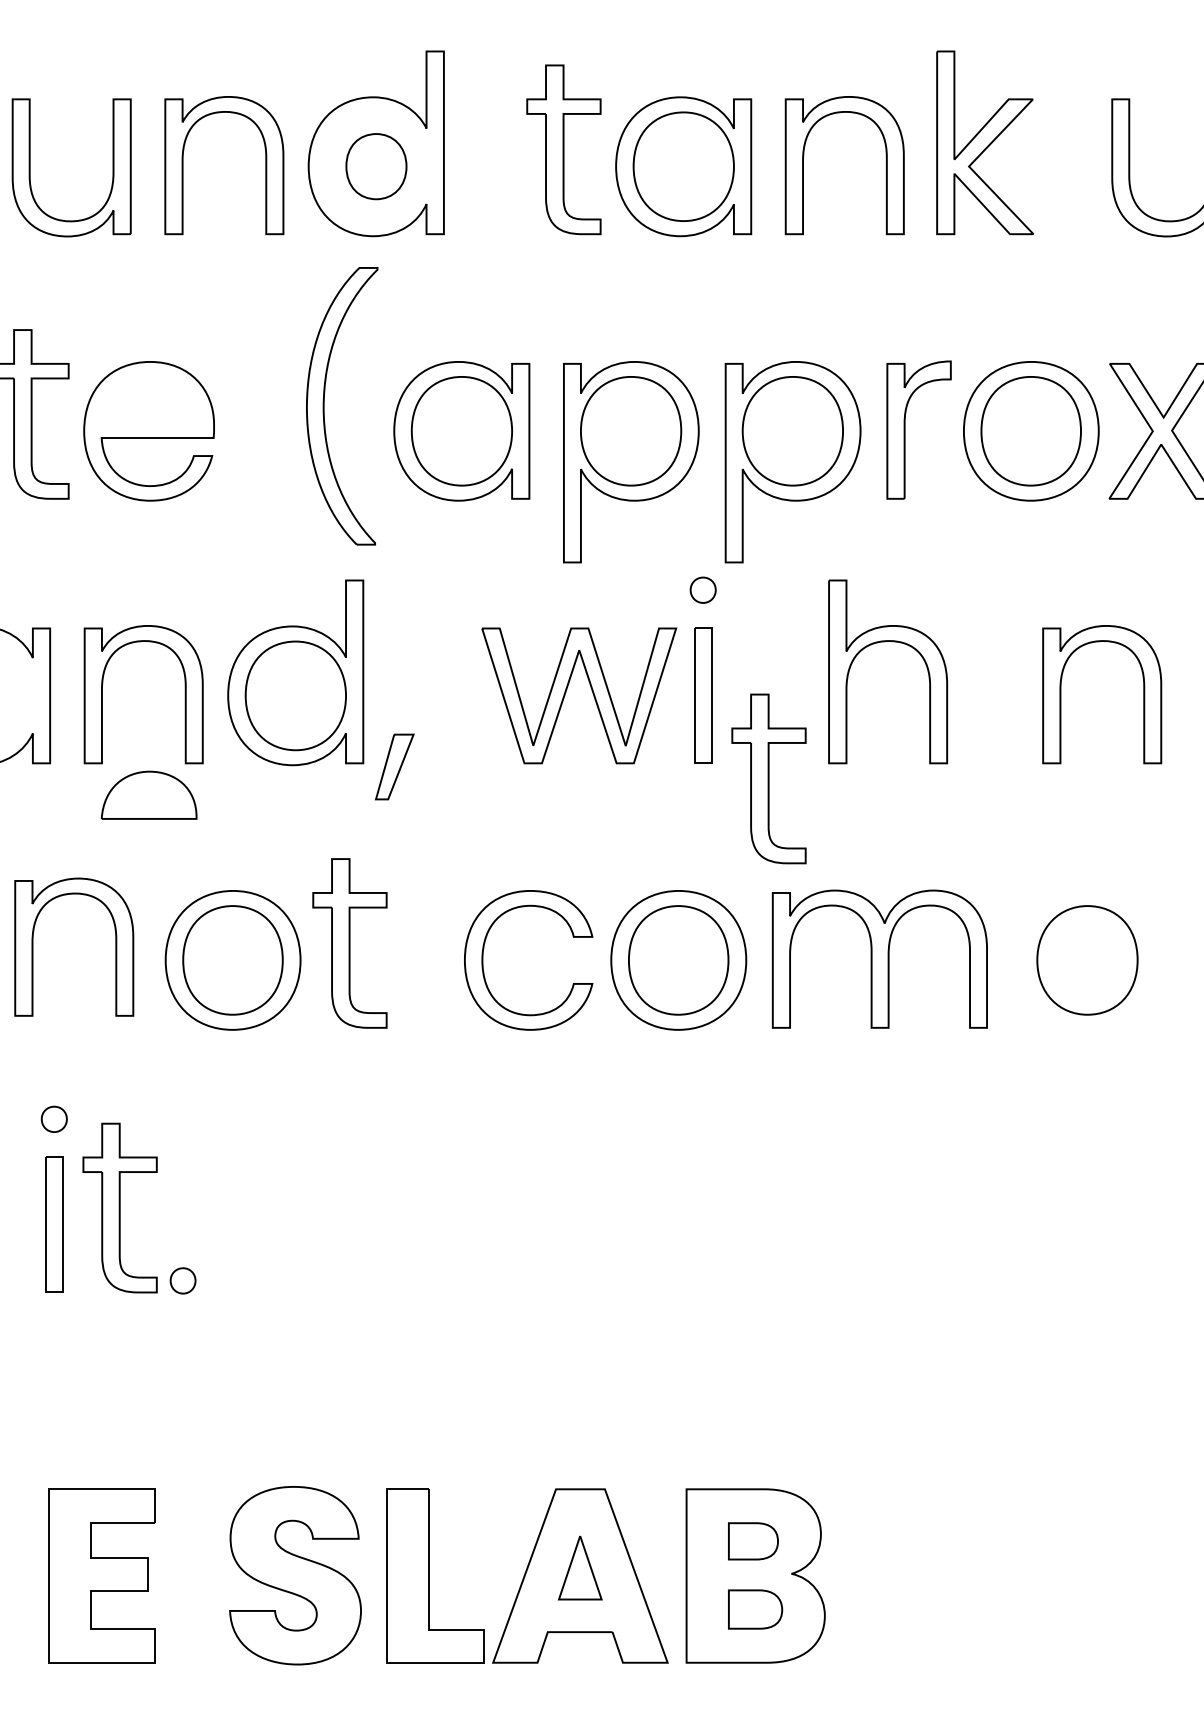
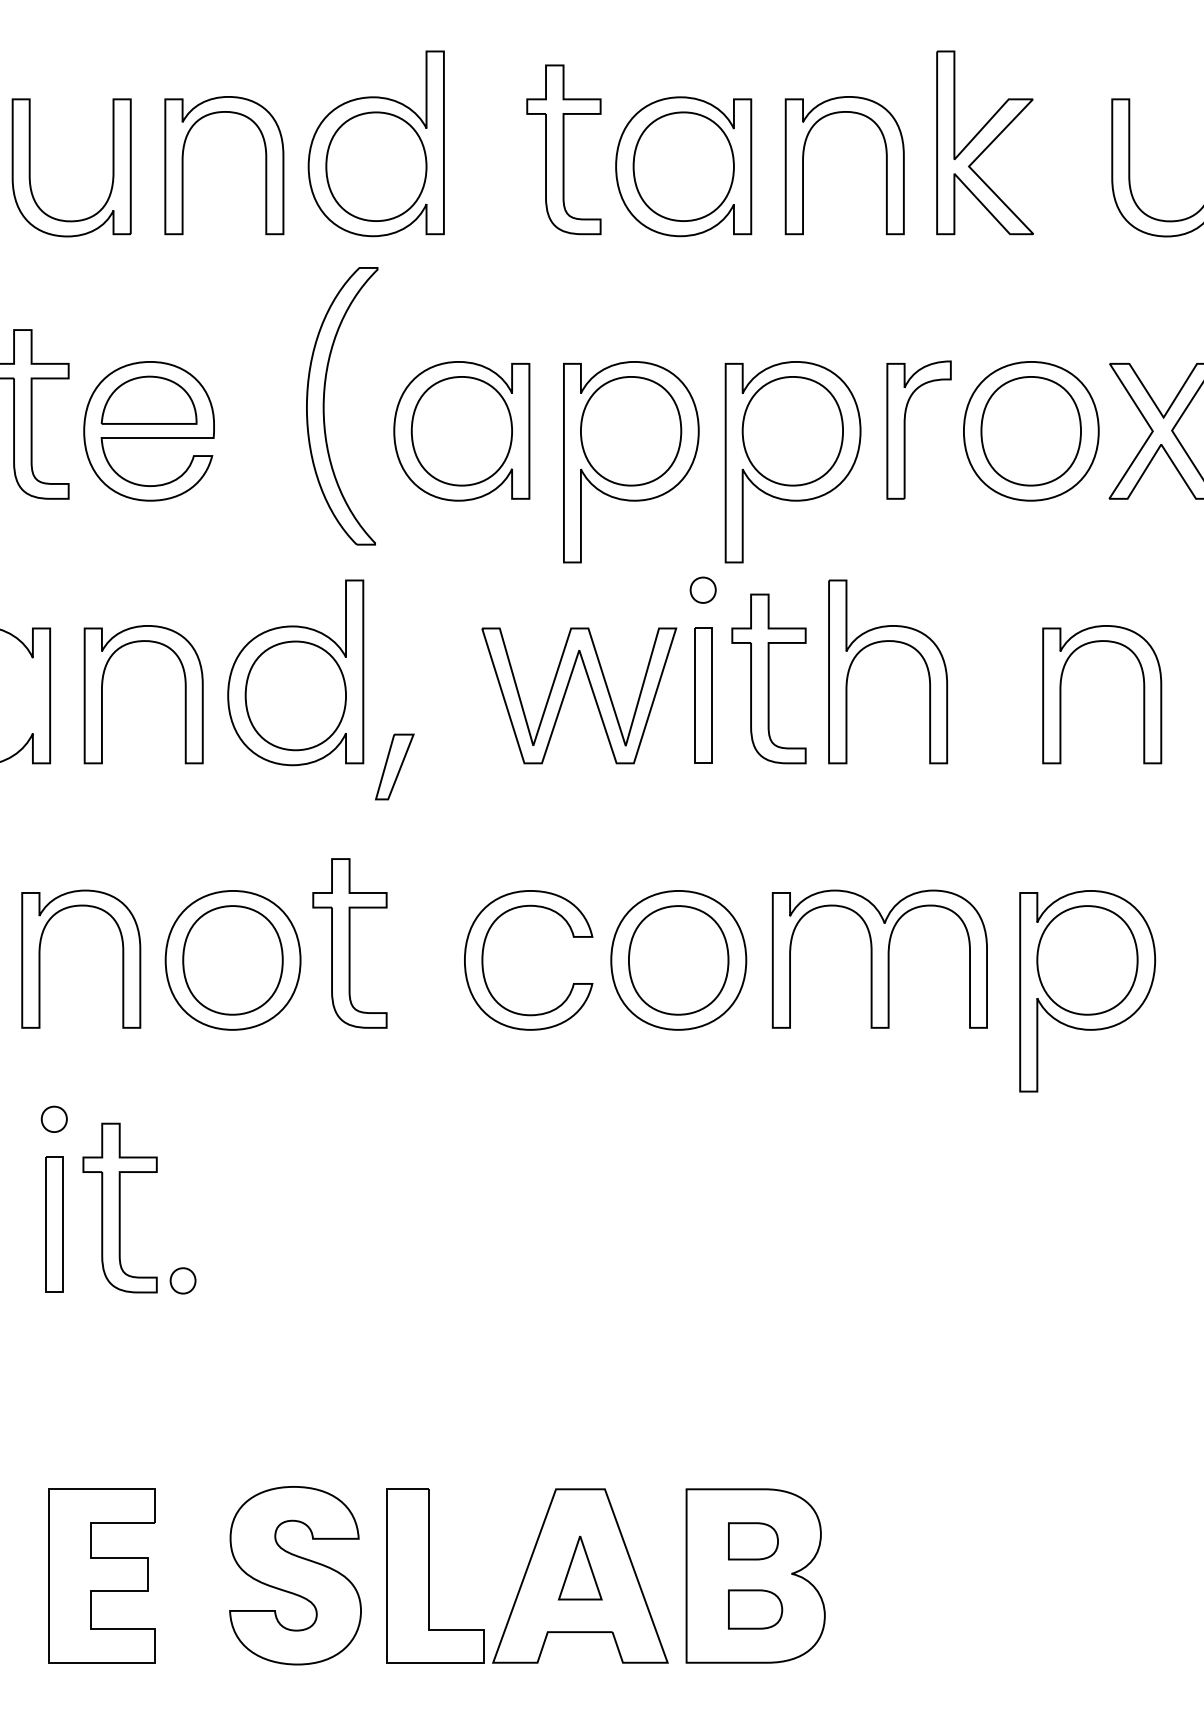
part at (376, 166) size: 63x68 px -> 103x111 px
part at (768, 778) position: (768, 778) -> (768, 678)
part at (148, 794) position: (148, 794) -> (148, 399)
part at (33, 946) position: (33, 946) -> (40, 958)
part at (1087, 991): none -> present
